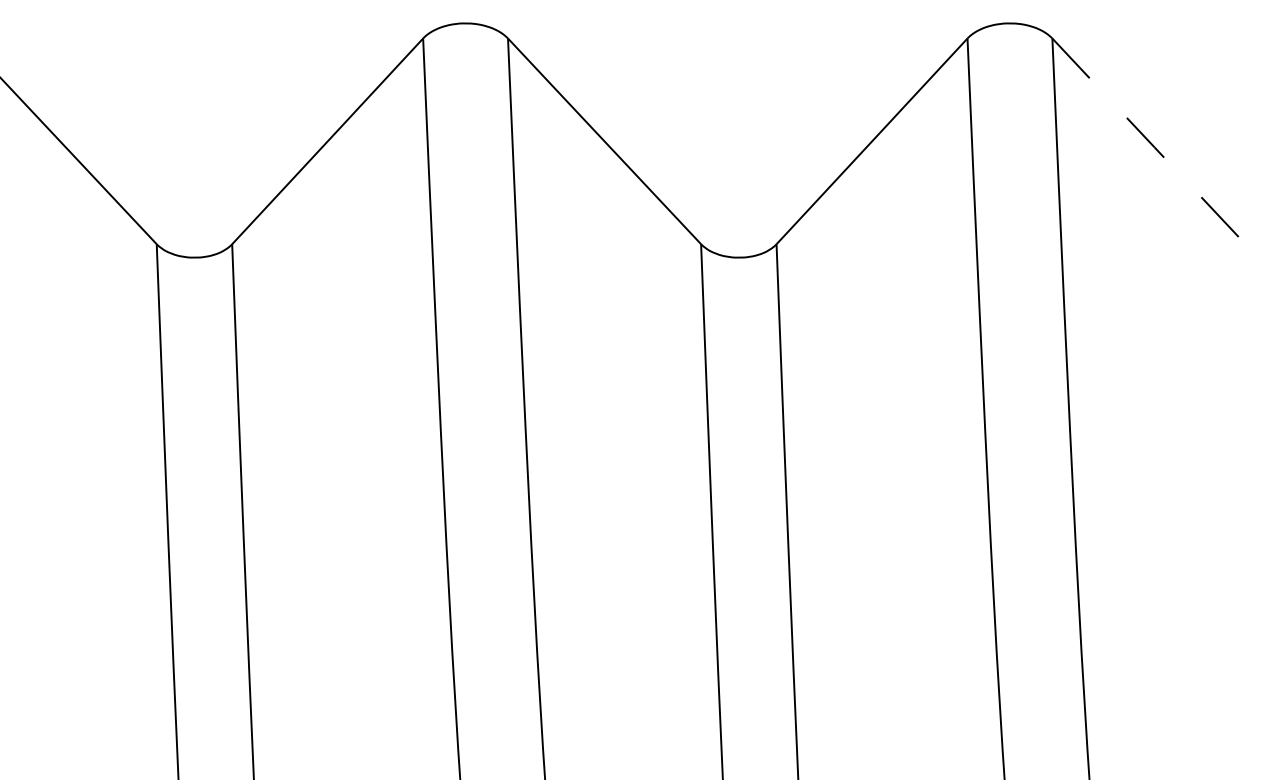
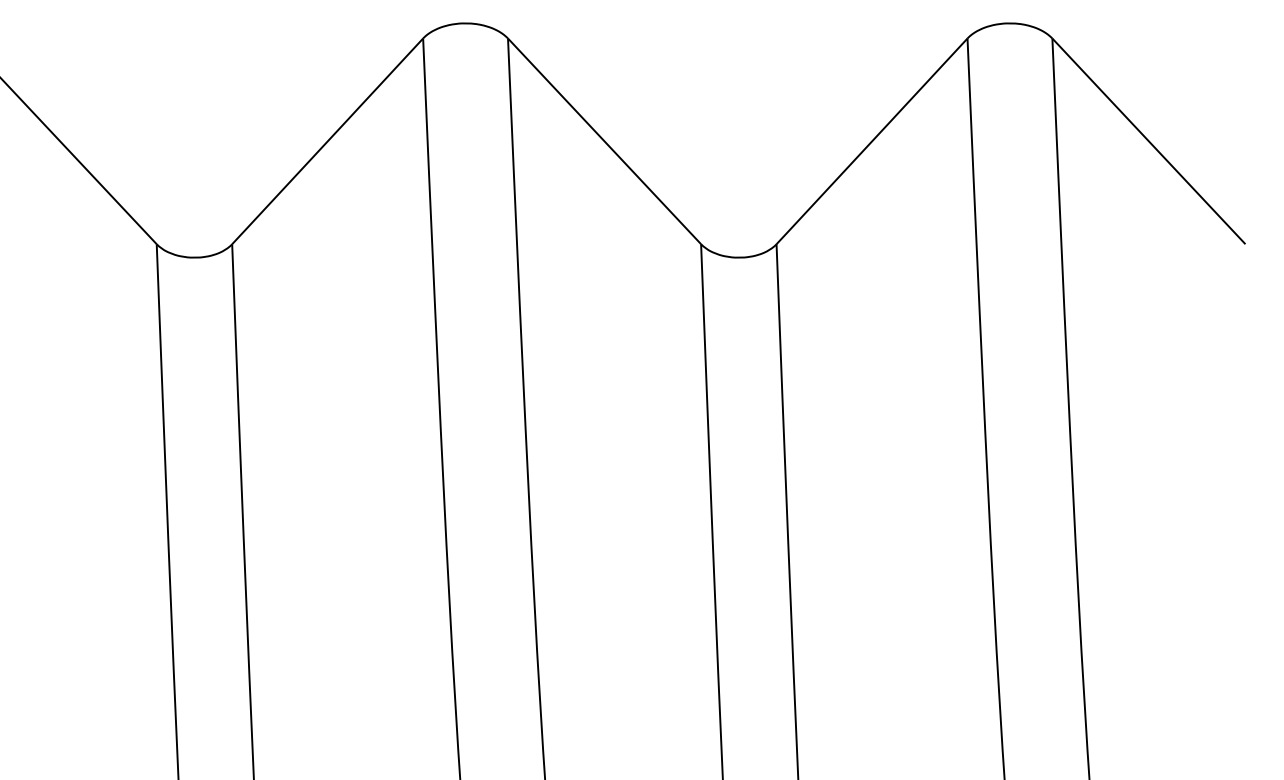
line at (1149, 141): dashed -> solid
